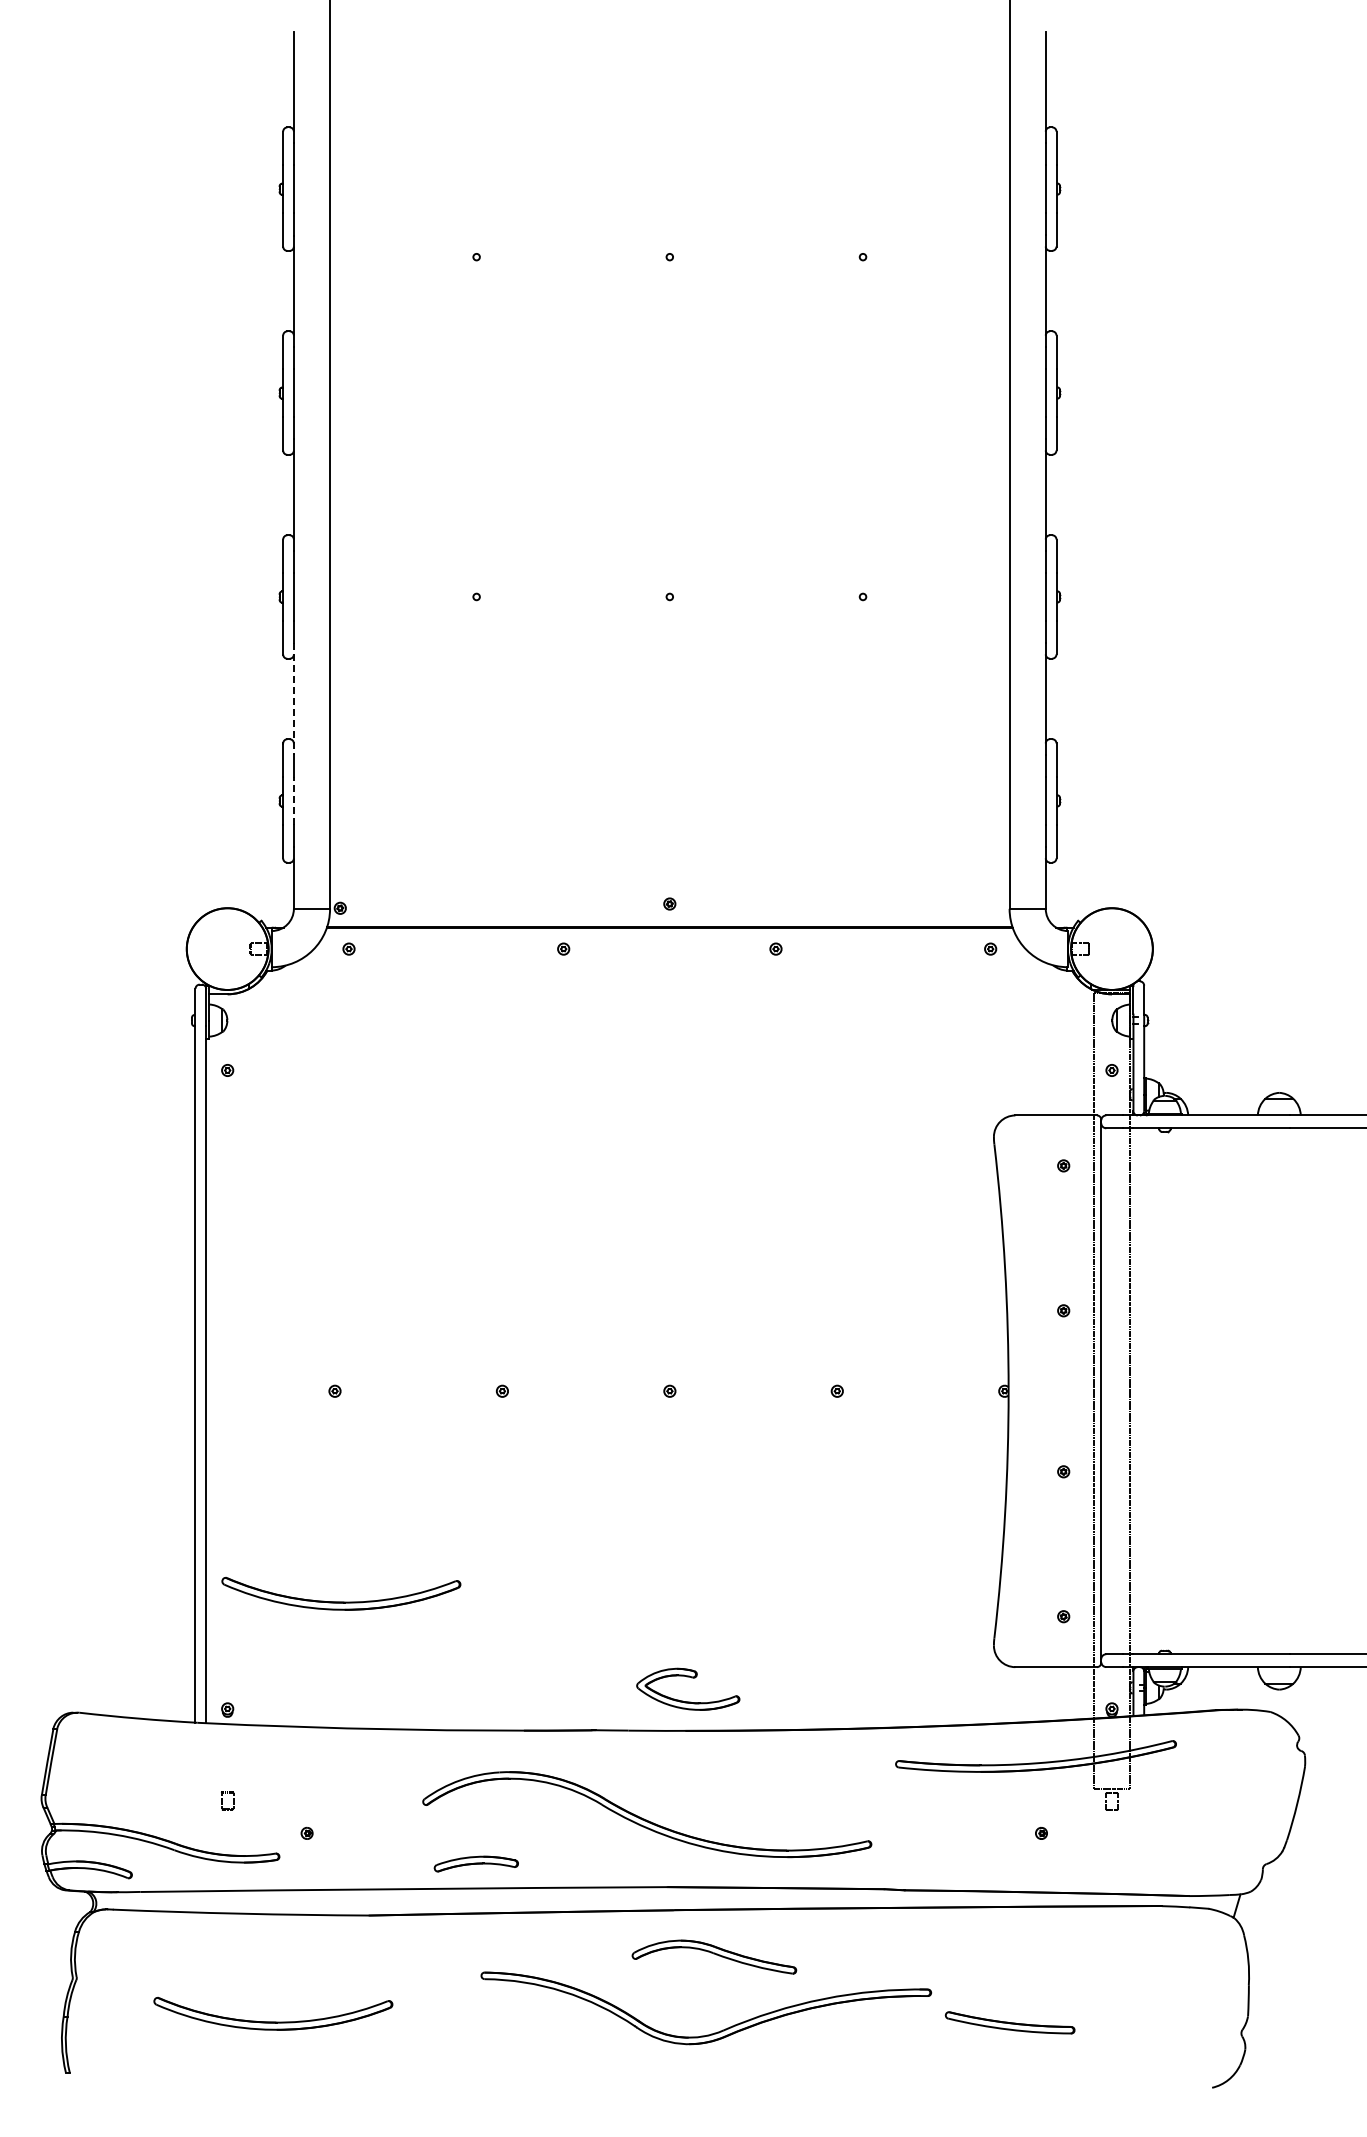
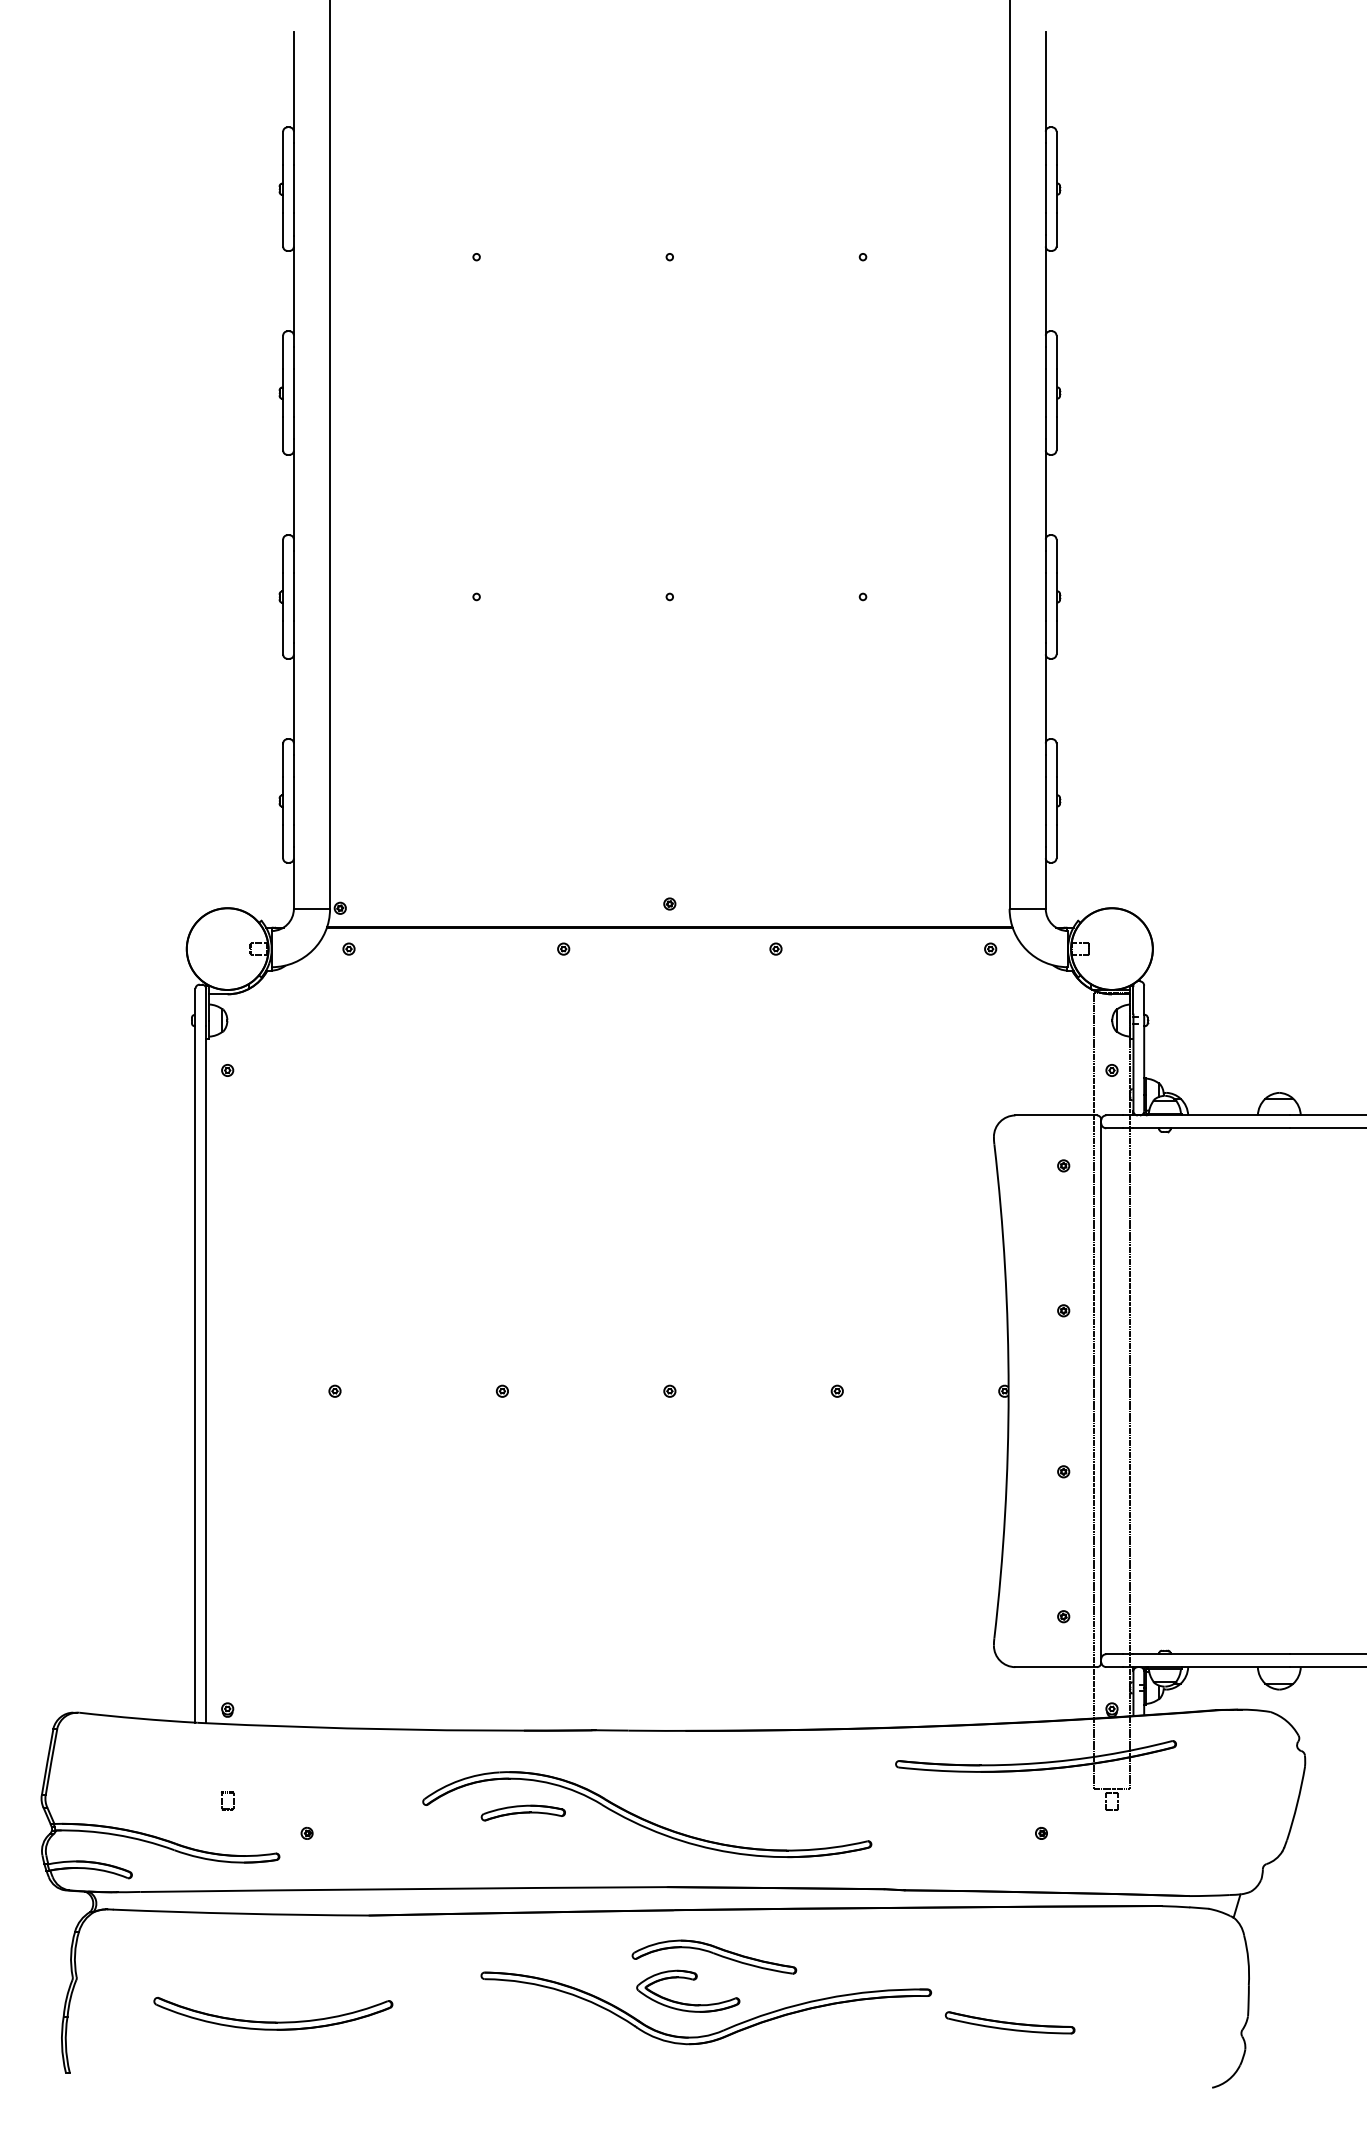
line at (293, 699): dashed -> solid
line at (293, 800): dashed -> solid
part at (341, 1601): present -> none
part at (691, 1678) position: (691, 1678) -> (691, 1980)
part at (475, 1863) position: (475, 1863) -> (522, 1812)
